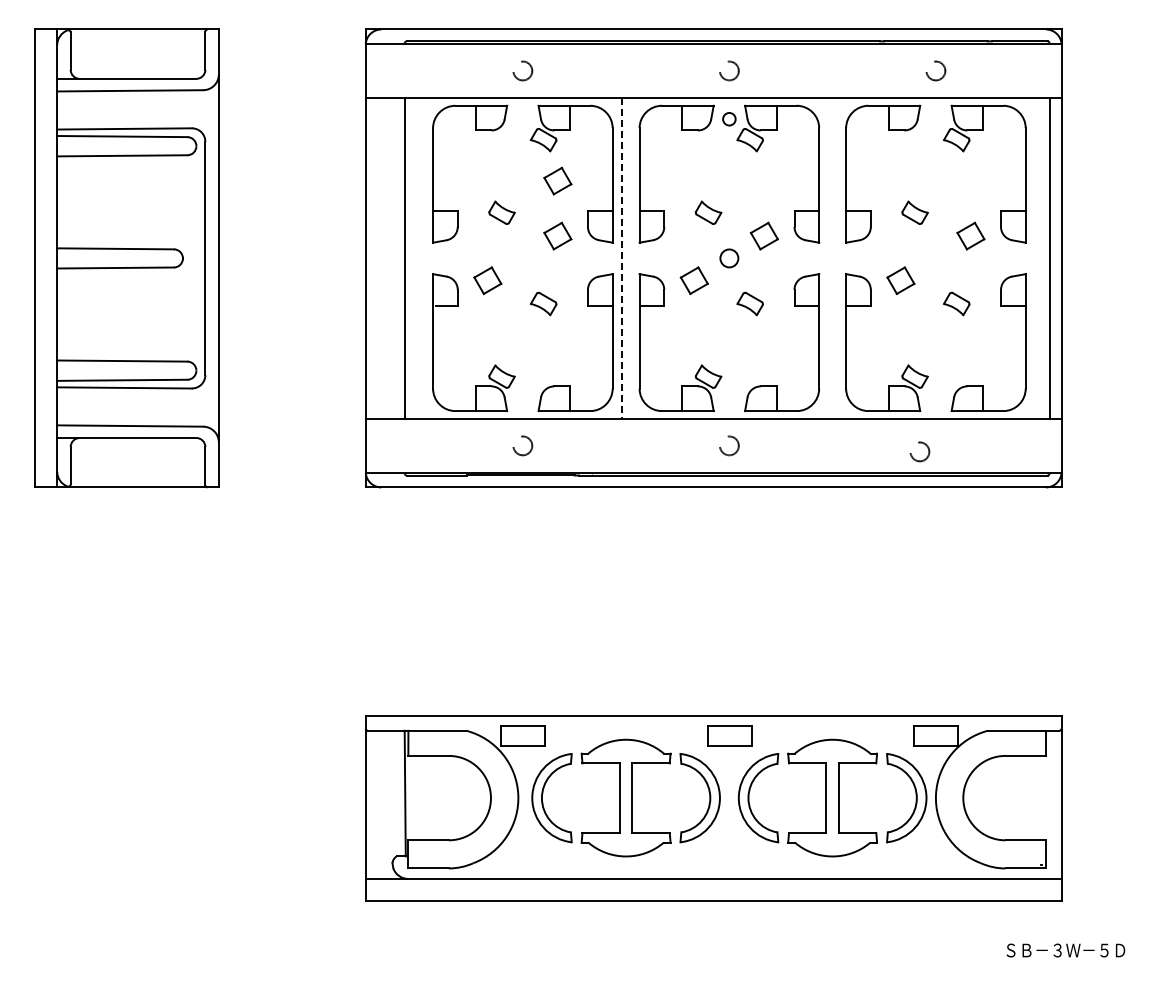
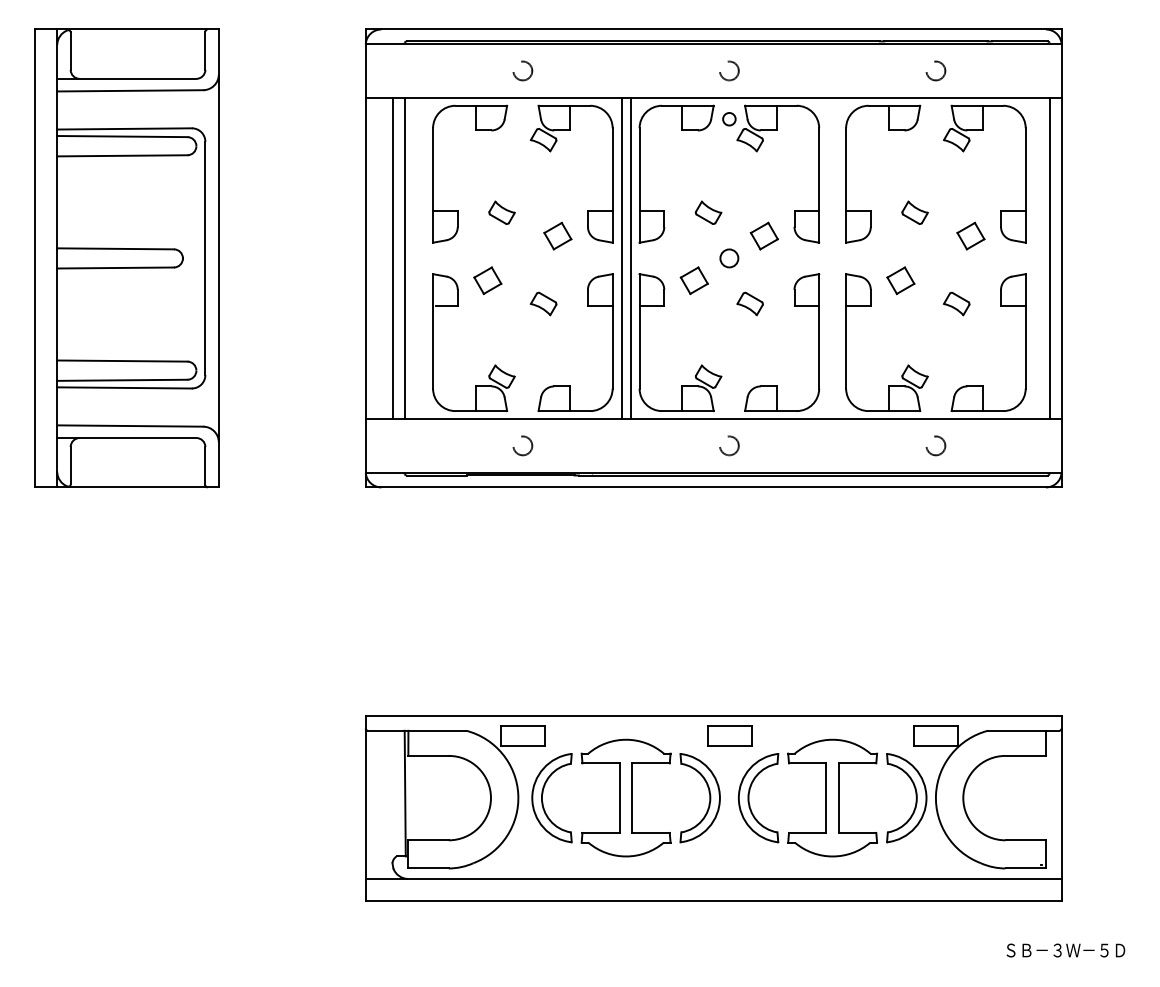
part at (557, 180): present -> none
line at (392, 257): none -> present
line at (630, 257): none -> present
line at (621, 258): dashed -> solid
circle at (919, 451) position: (919, 451) -> (935, 445)
